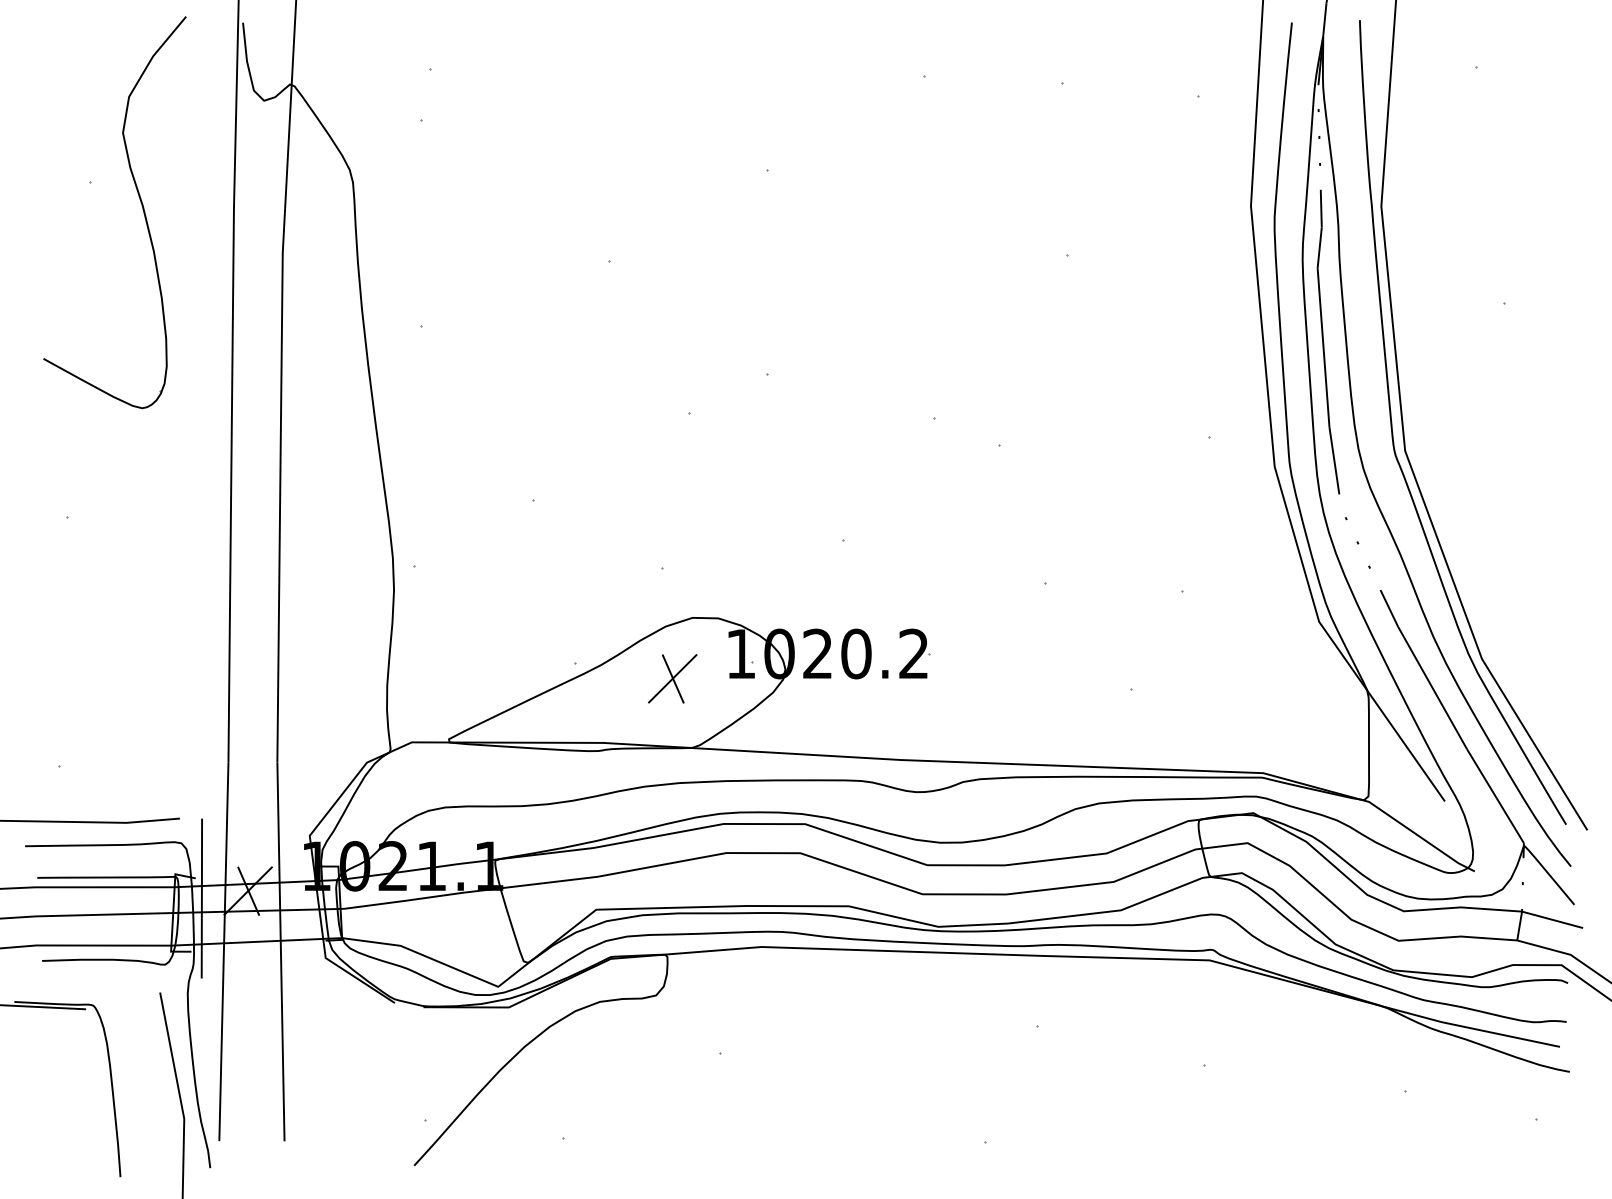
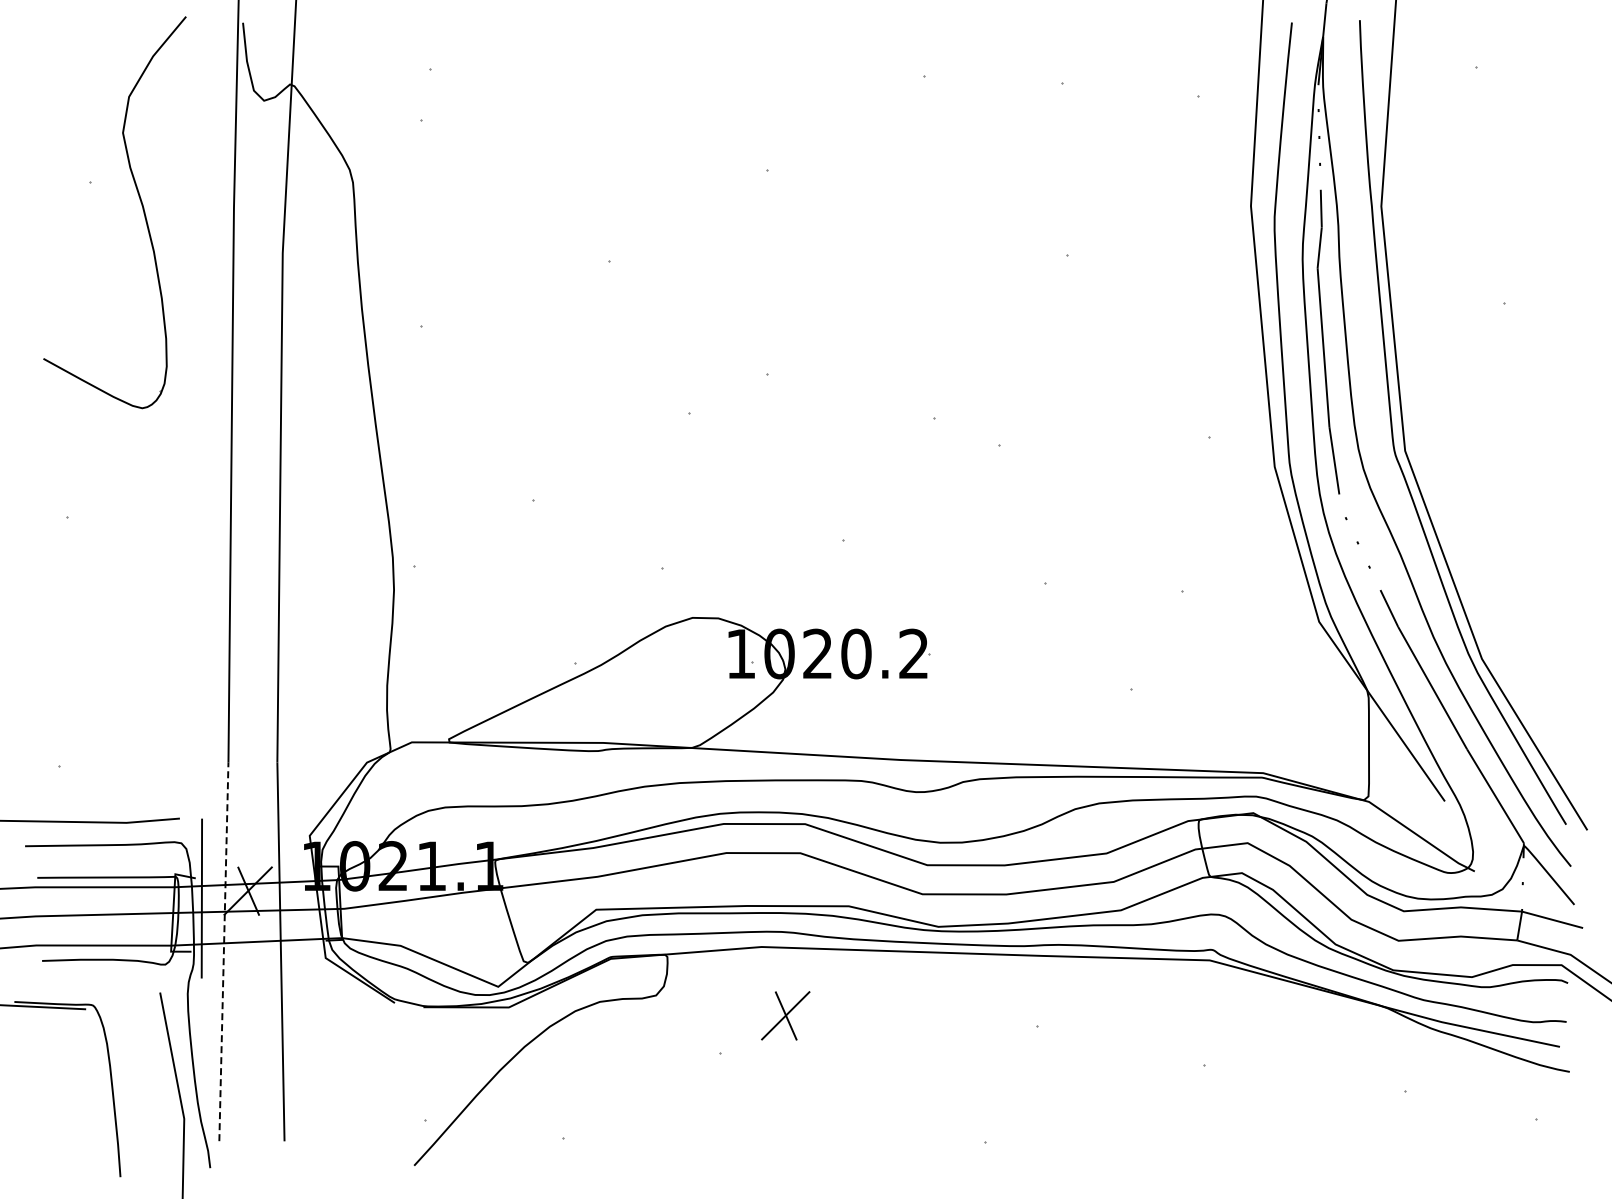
part at (672, 678) position: (672, 678) -> (785, 1015)
line at (223, 951): solid -> dashed
